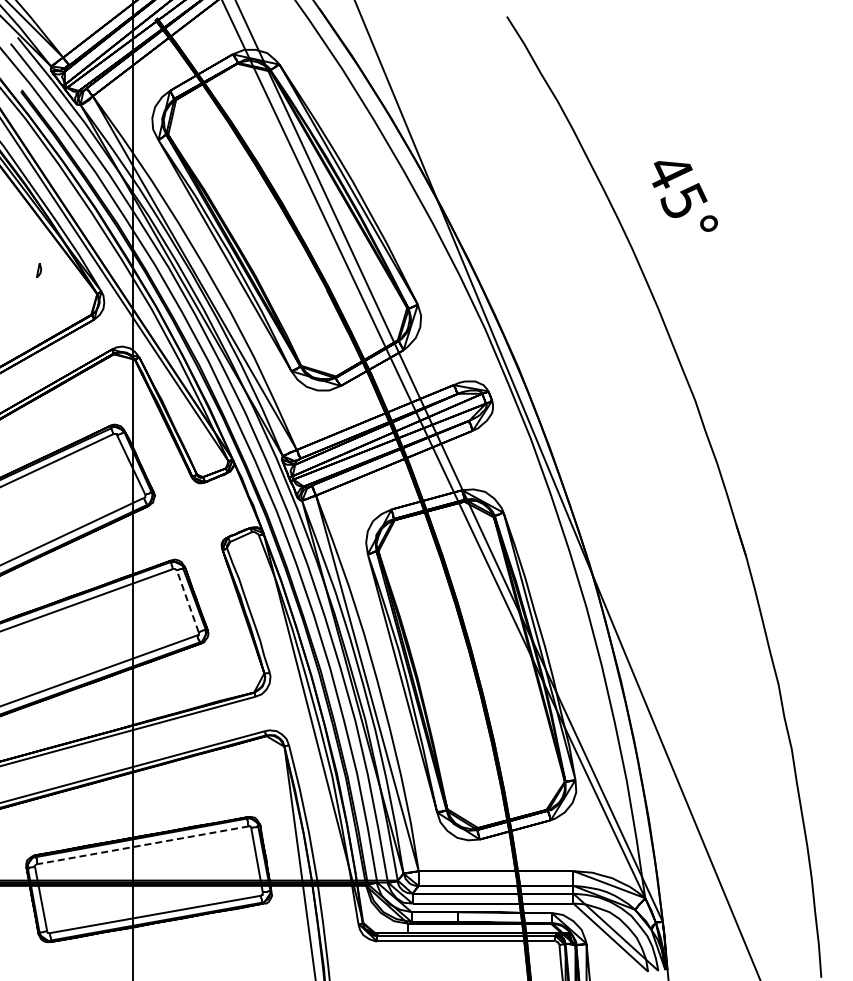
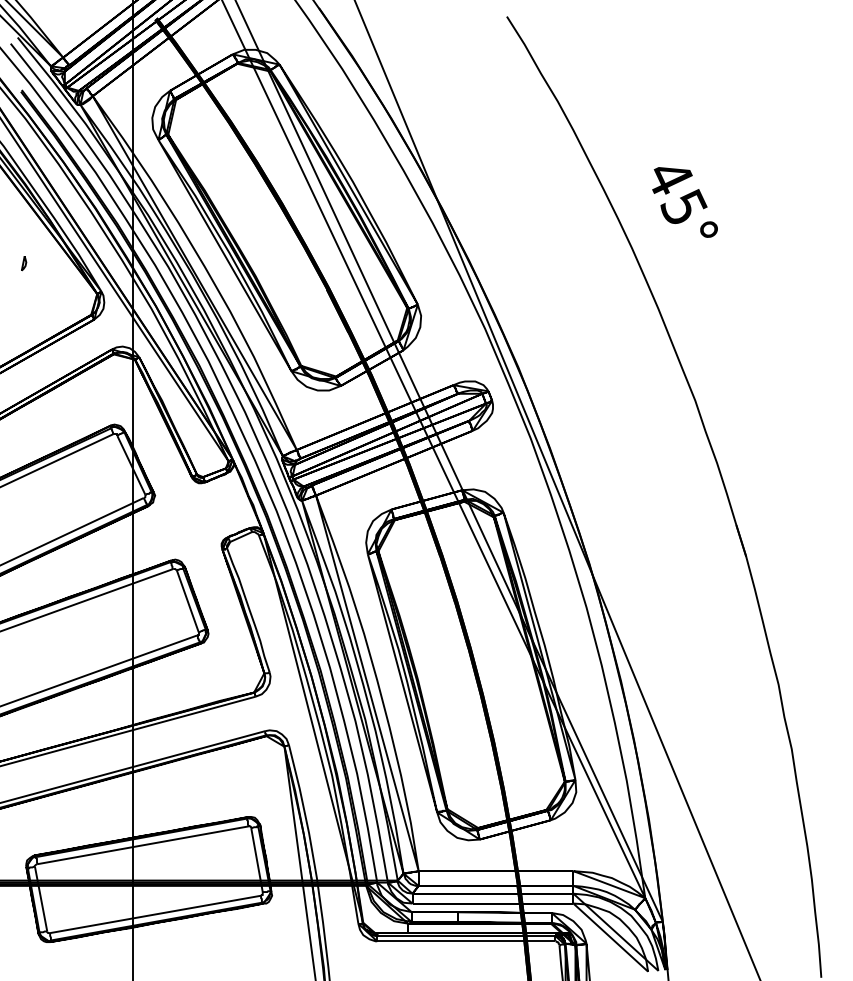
text at (684, 196) position: (684, 196) -> (684, 202)
part at (39, 270) position: (39, 270) -> (24, 263)
line at (187, 601): dashed -> solid
line at (142, 845): dashed -> solid
